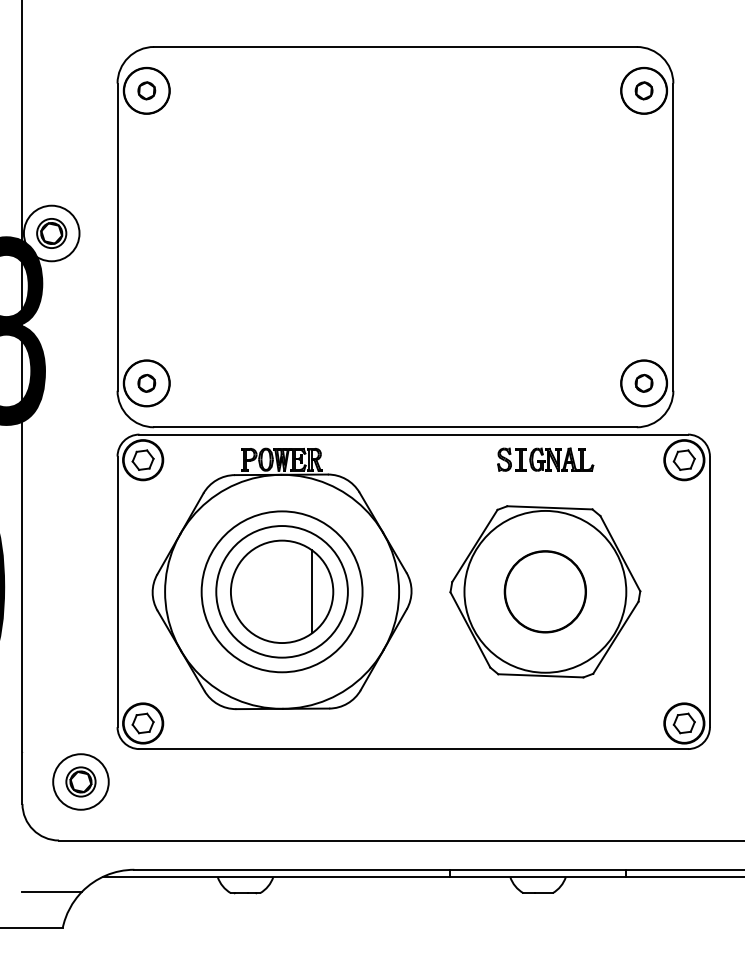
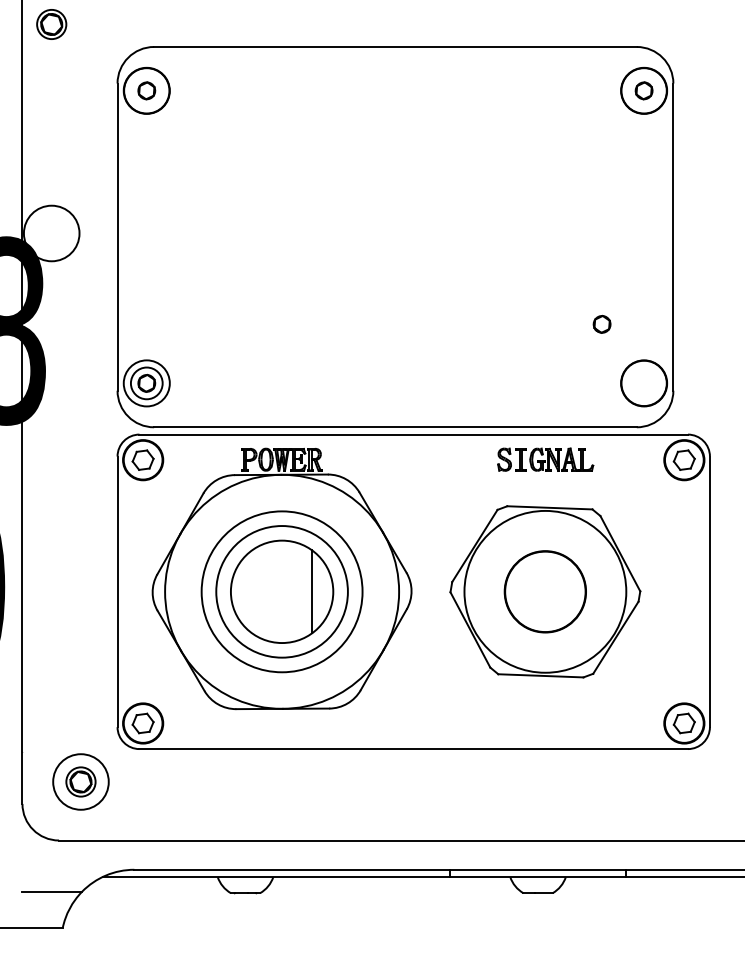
part at (51, 233) position: (51, 233) -> (51, 24)
part at (643, 382) position: (643, 382) -> (601, 323)
circle at (146, 383) diameter: 45 px -> 32 px
